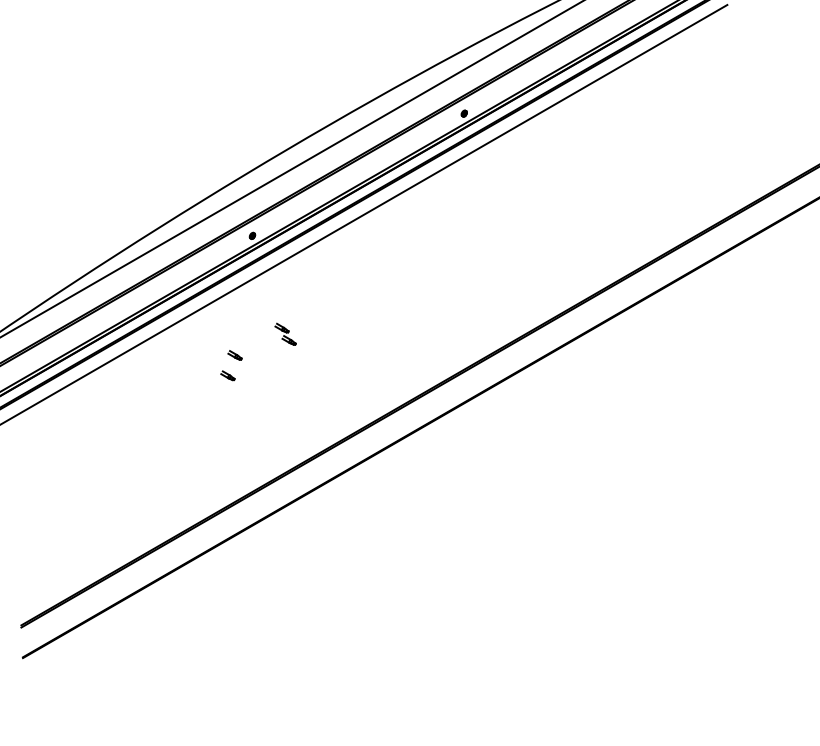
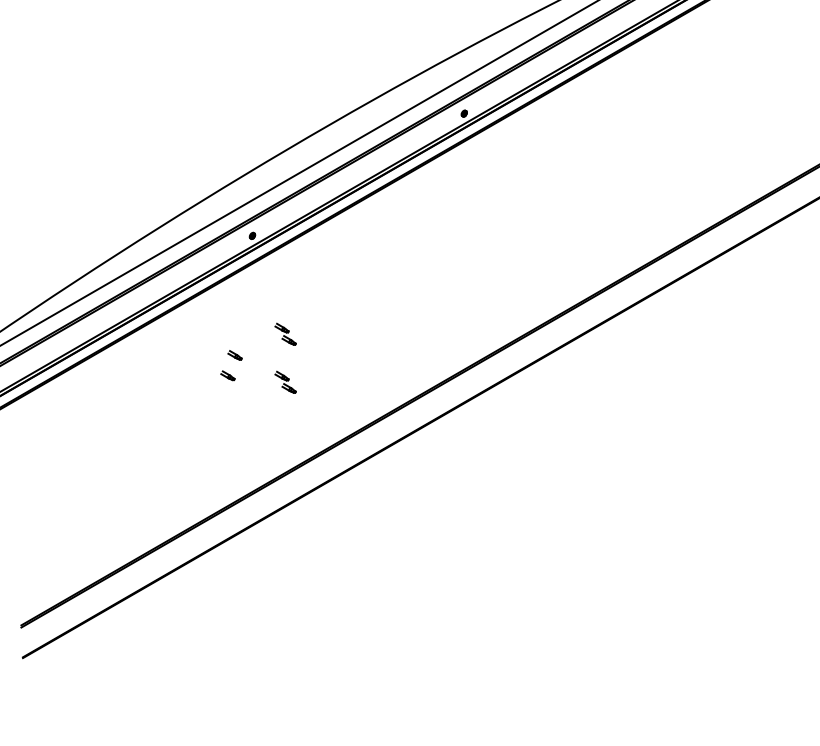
line at (291, 169) position: (291, 169) -> (298, 173)
line at (364, 213): present -> none
part at (285, 381): none -> present
